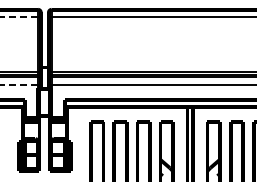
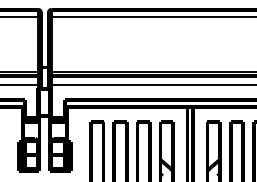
line at (19, 17): dashed -> solid
line at (19, 84): dashed -> solid
